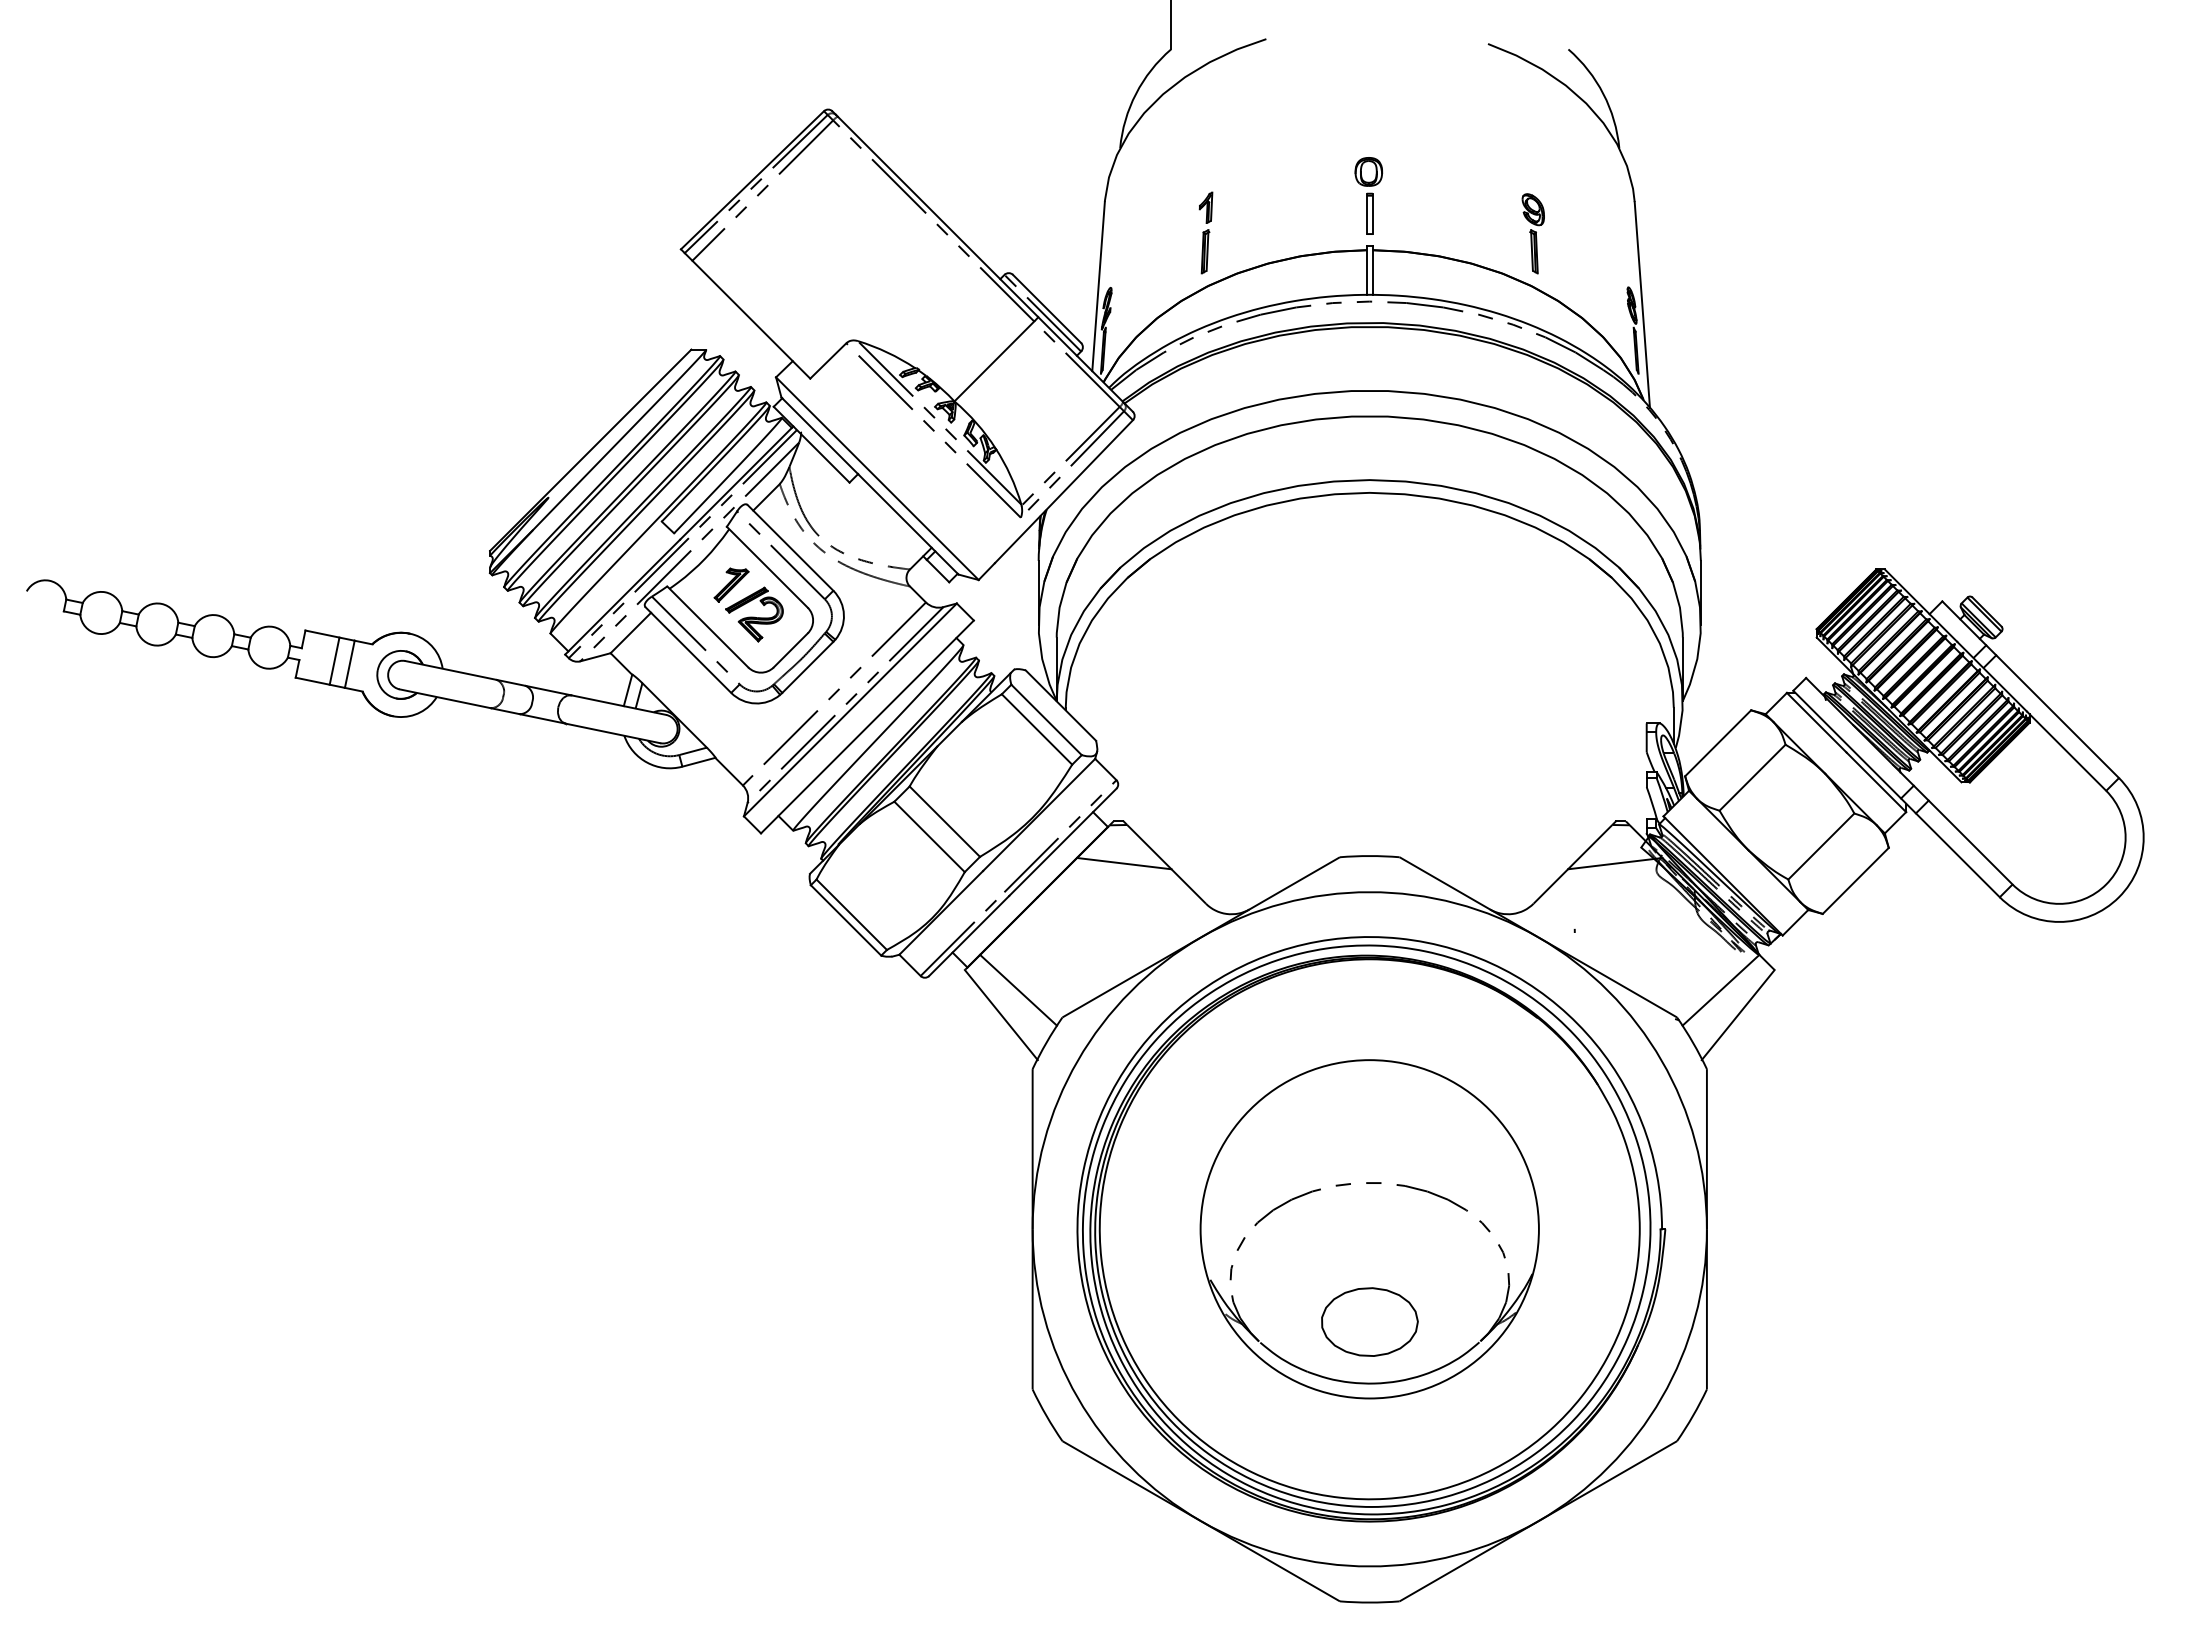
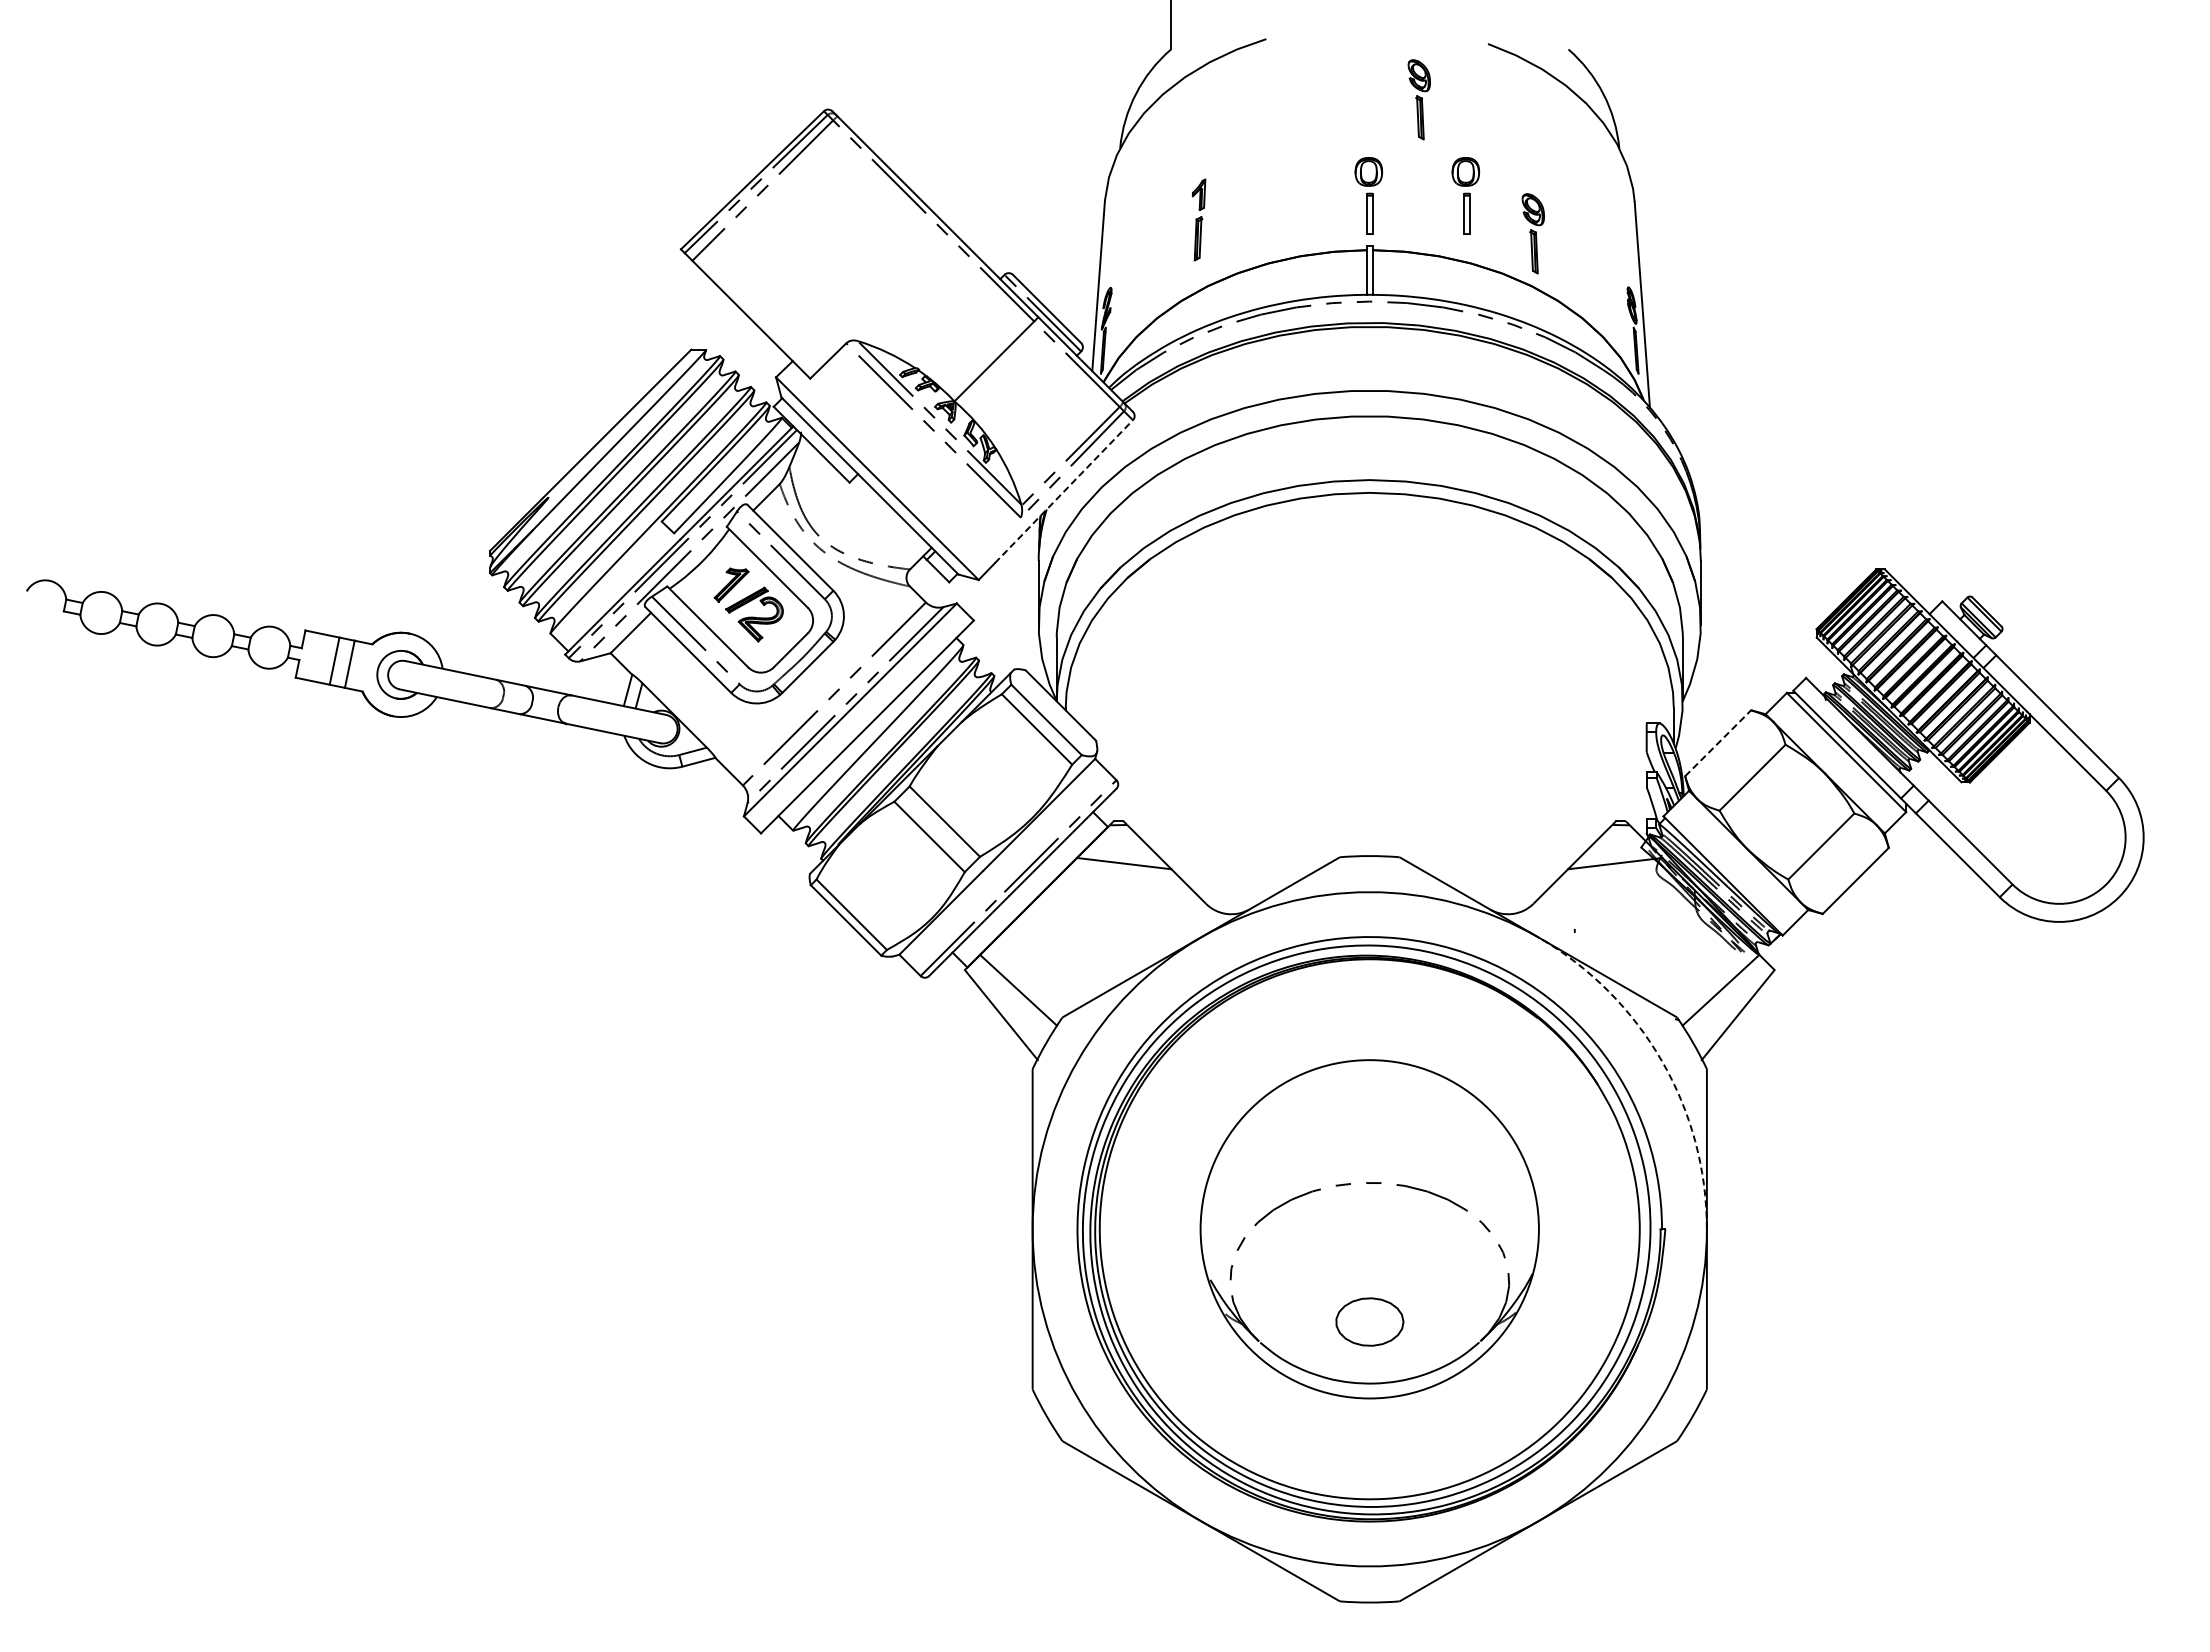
part at (1418, 99): none -> present
part at (1465, 195): none -> present
part at (1205, 232) position: (1205, 232) -> (1198, 219)
line at (1064, 491): solid -> dashed
line at (1718, 743): solid -> dashed
arc at (1661, 1060): solid -> dashed
part at (1369, 1321) size: 98x70 px -> 70x50 px
